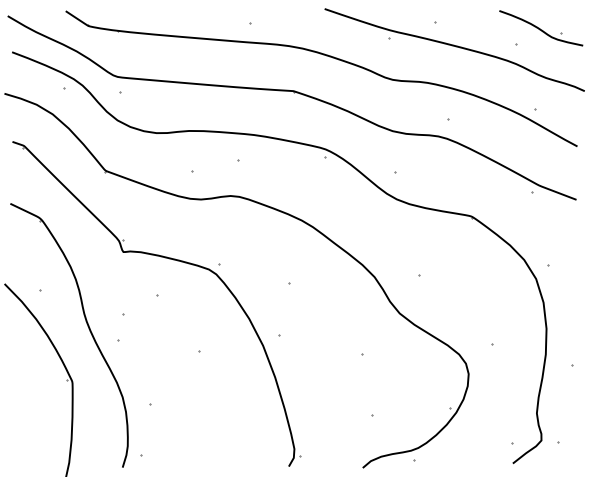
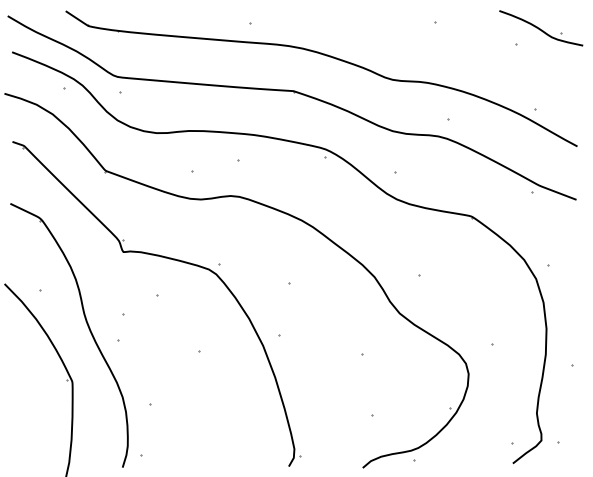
part at (454, 49): present -> none
